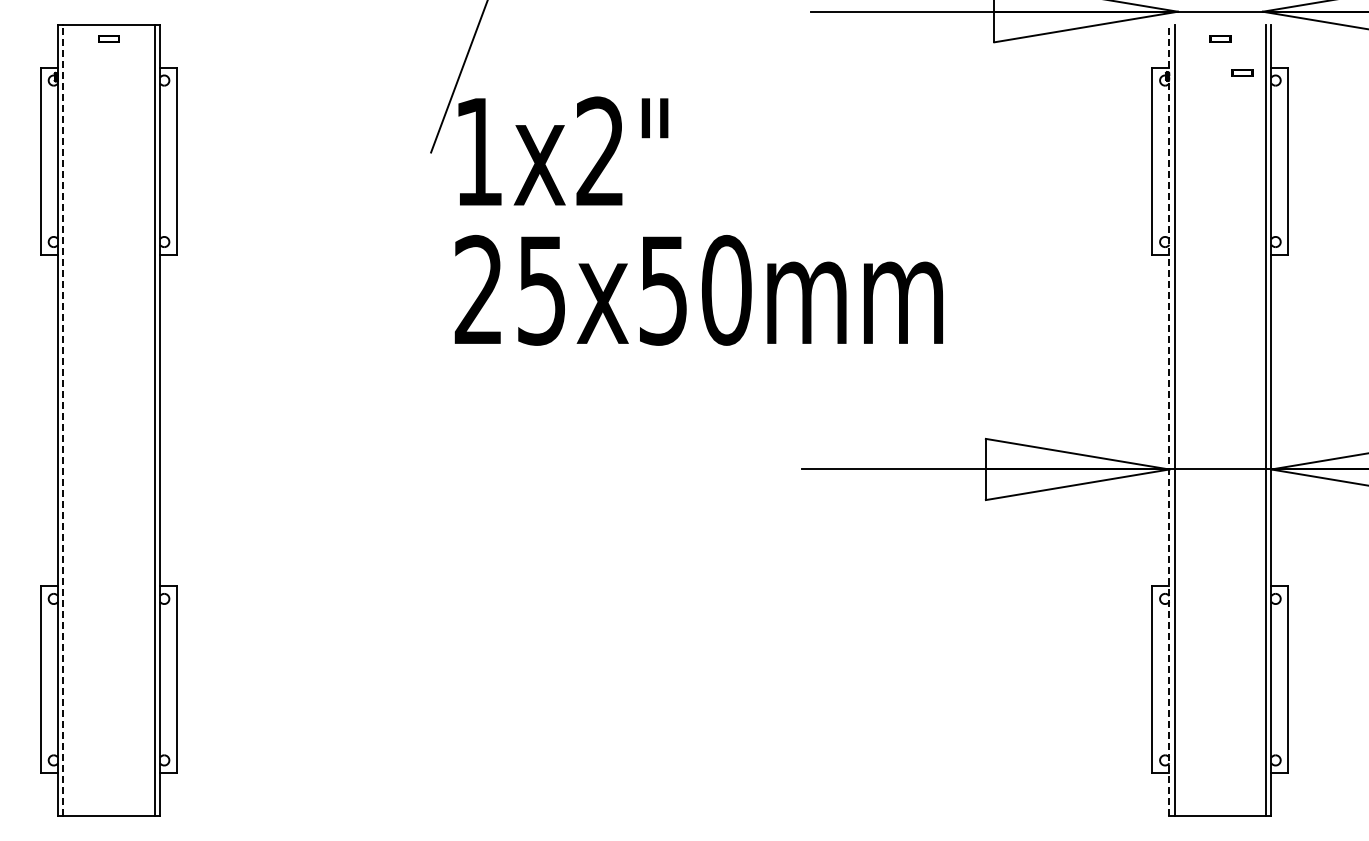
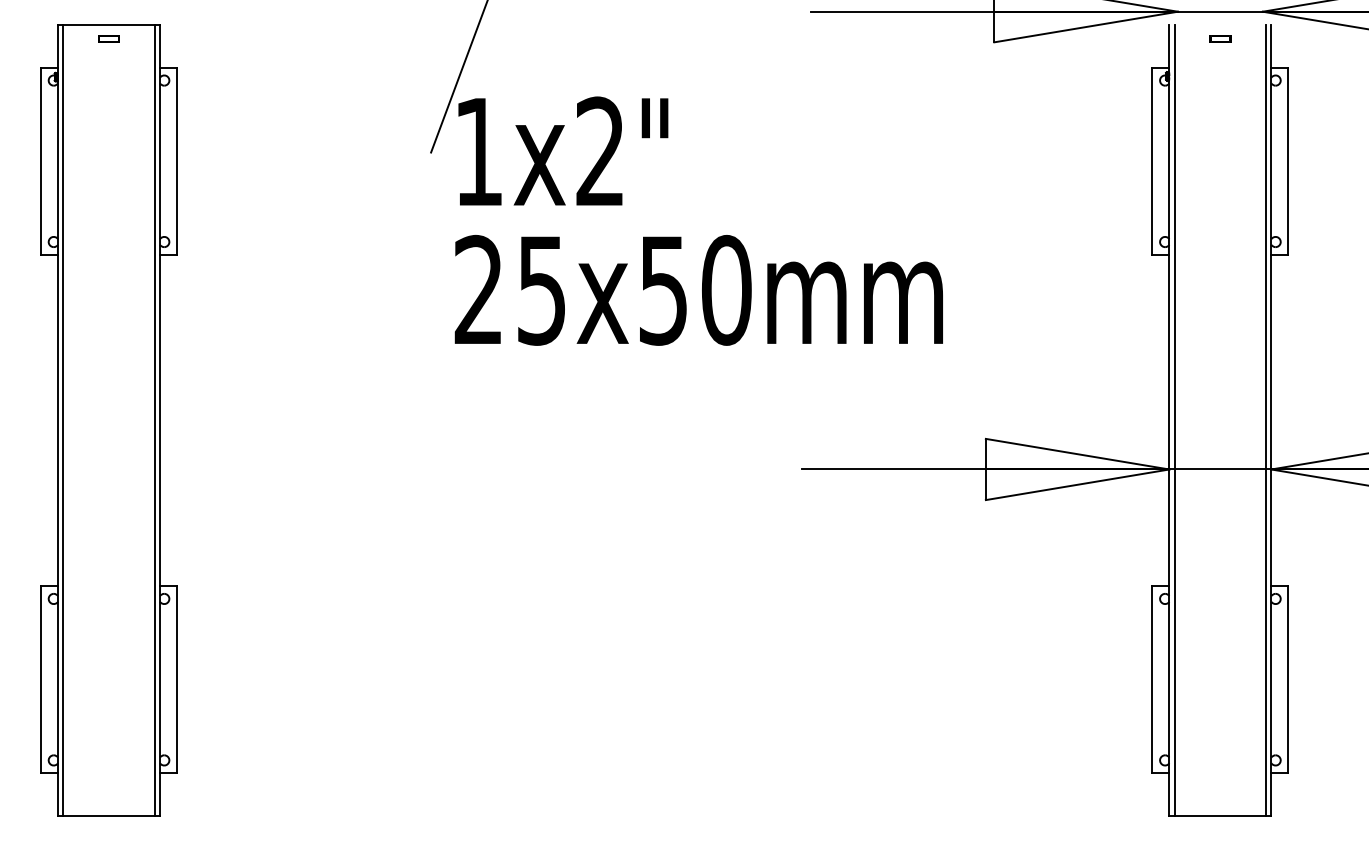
part at (1242, 72): present -> none
line at (63, 420): dashed -> solid
line at (1169, 420): dashed -> solid
